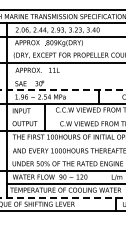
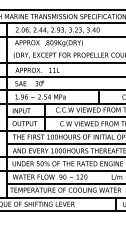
line at (62, 76): none -> present
line at (63, 90): dashed -> solid
line at (64, 117): none -> present
line at (64, 143): none -> present
line at (62, 157): none -> present
line at (63, 197): dashed -> solid
